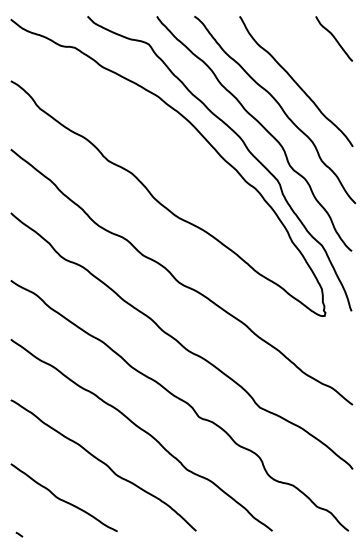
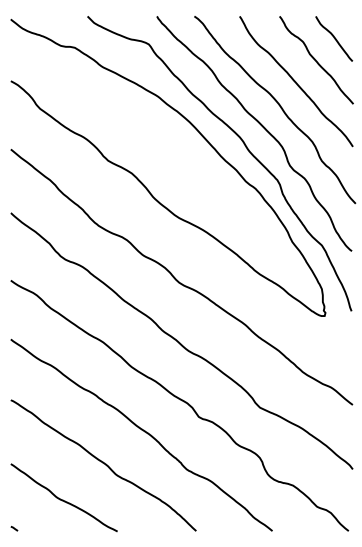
curve at (316, 60): none -> present
line at (19, 534) position: (19, 534) -> (14, 528)
